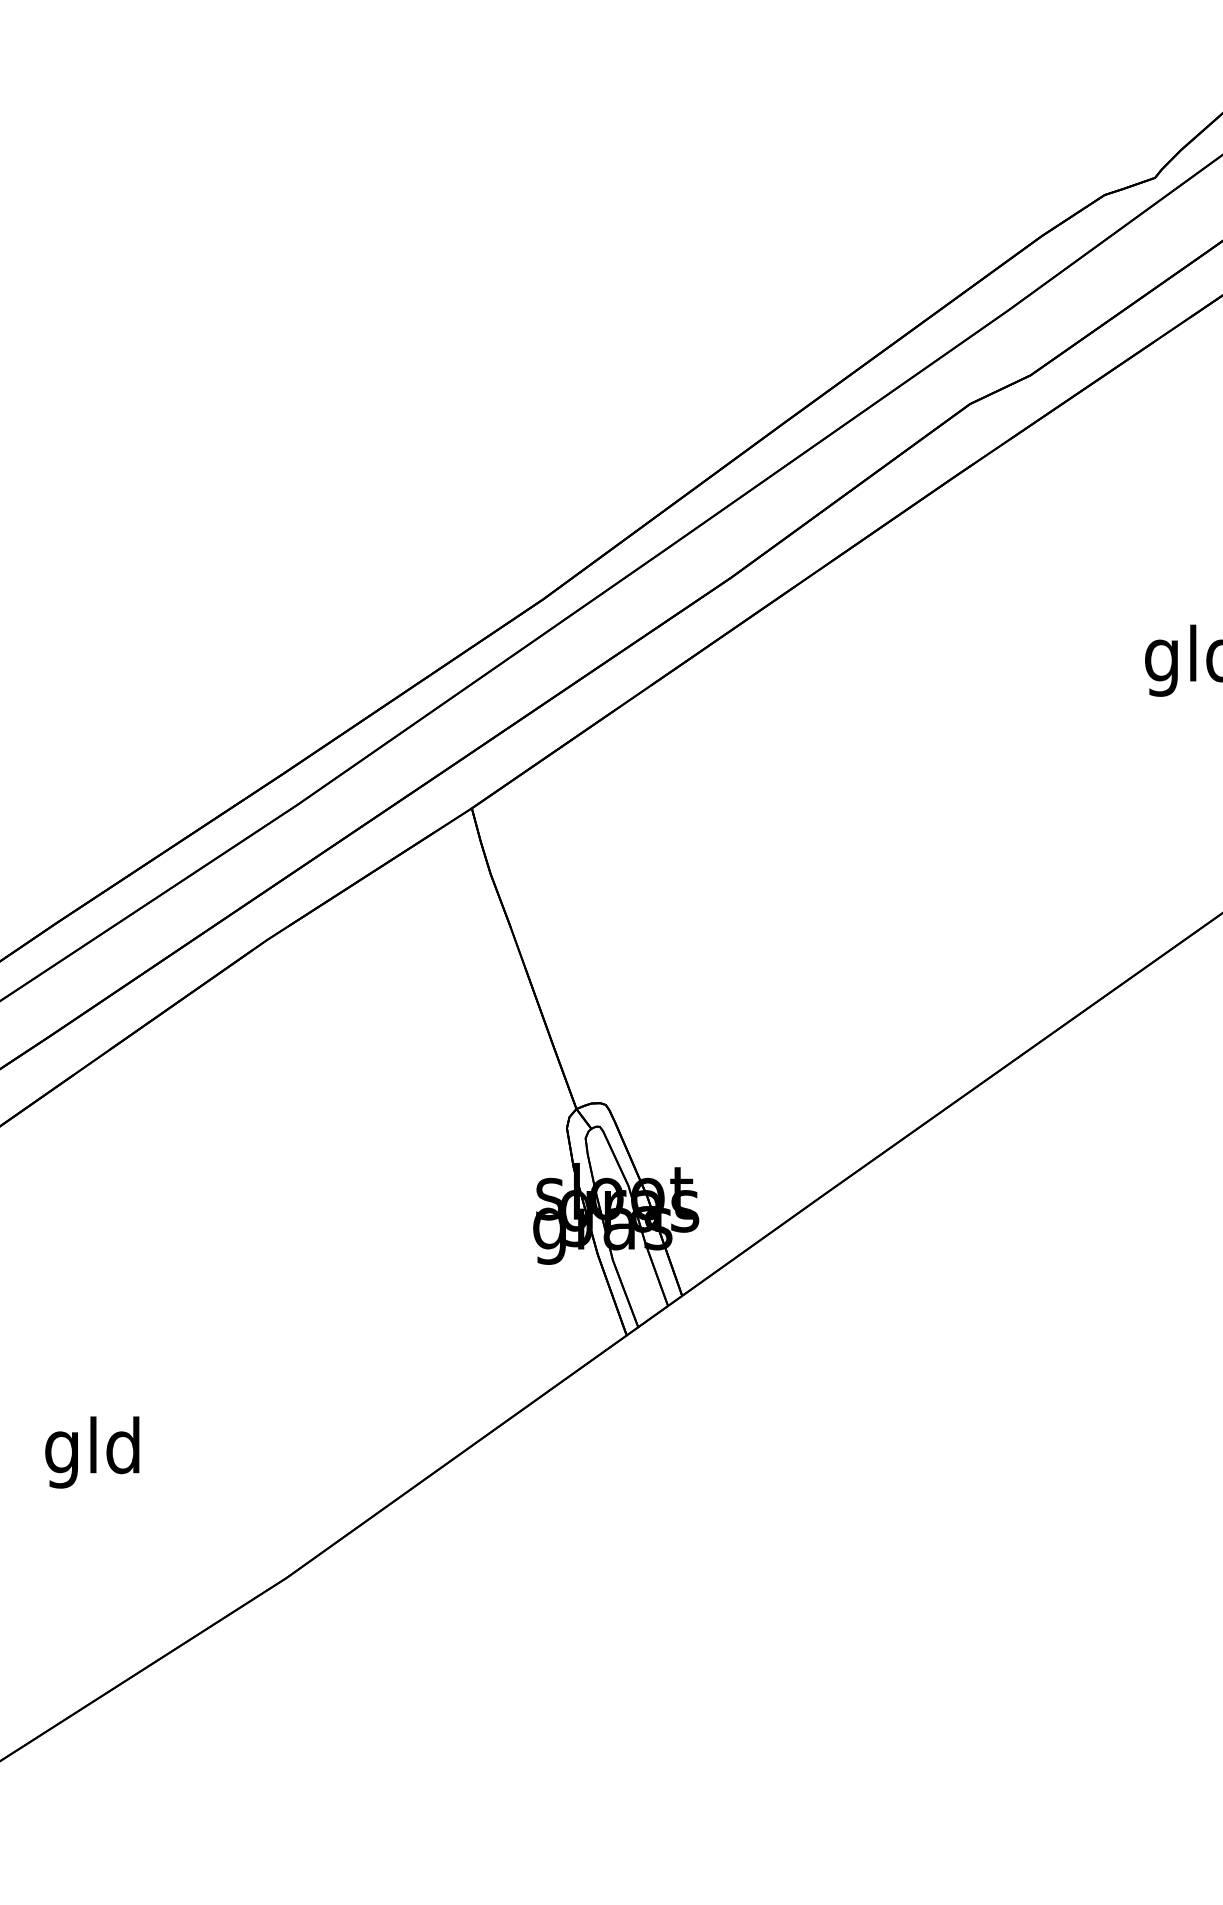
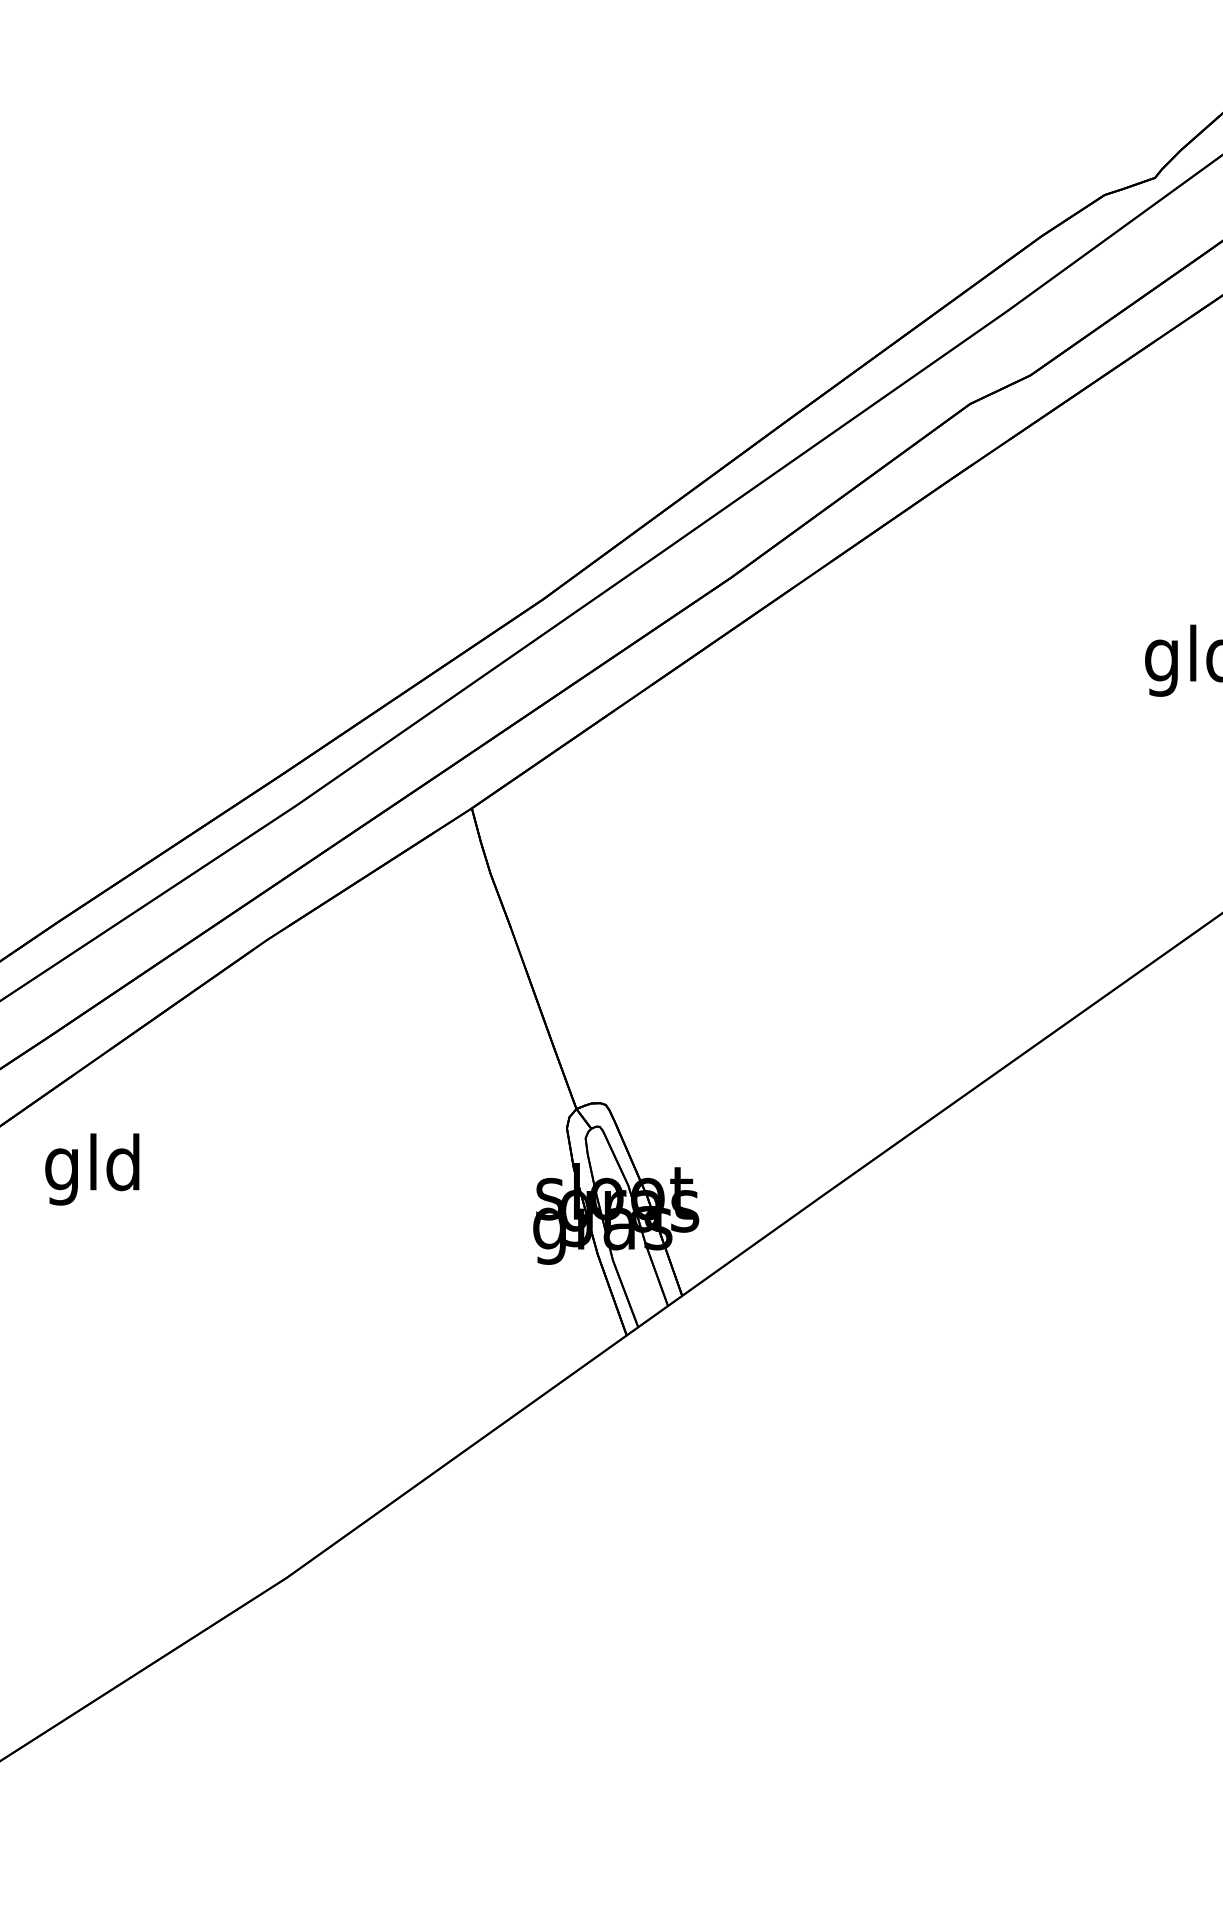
text at (92, 1452) position: (92, 1452) -> (92, 1169)
